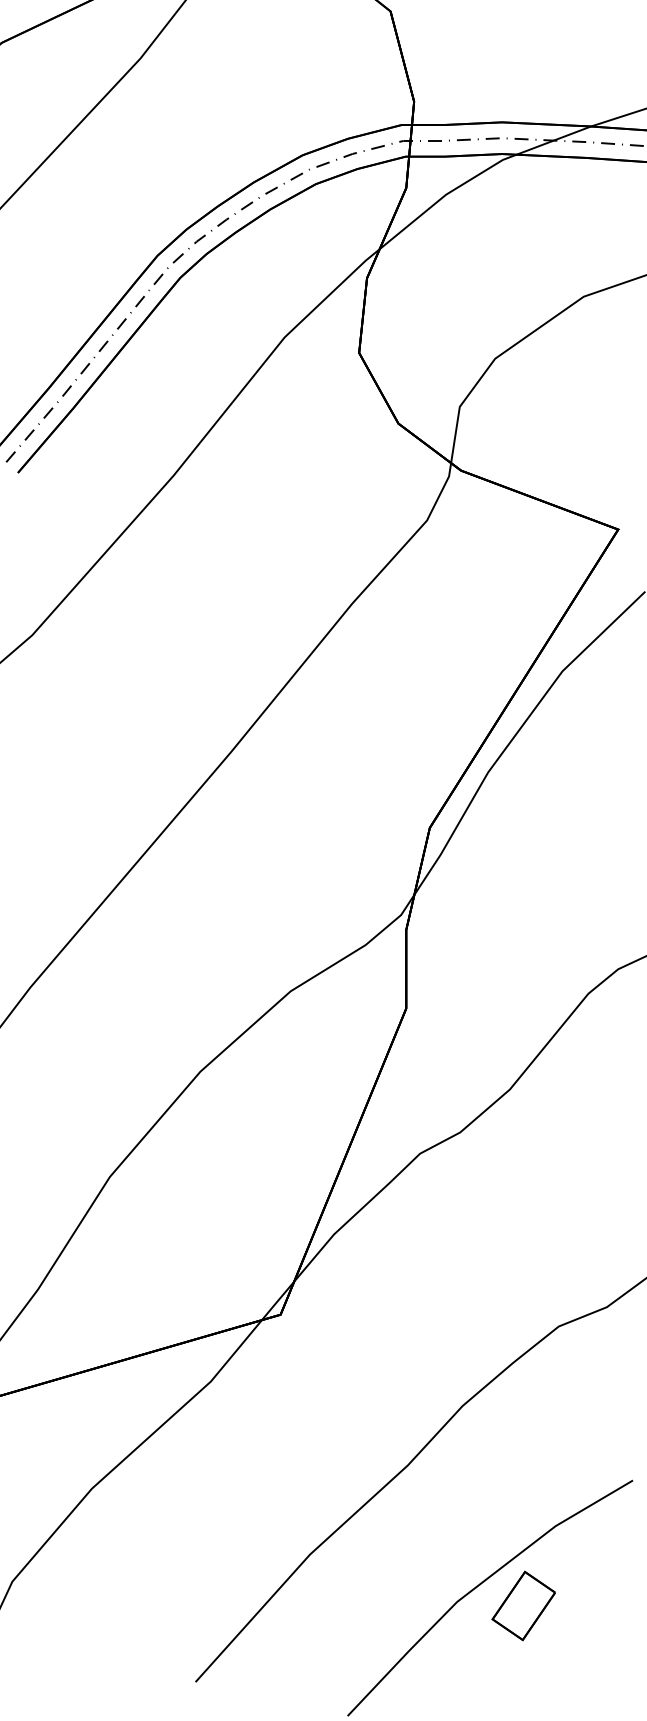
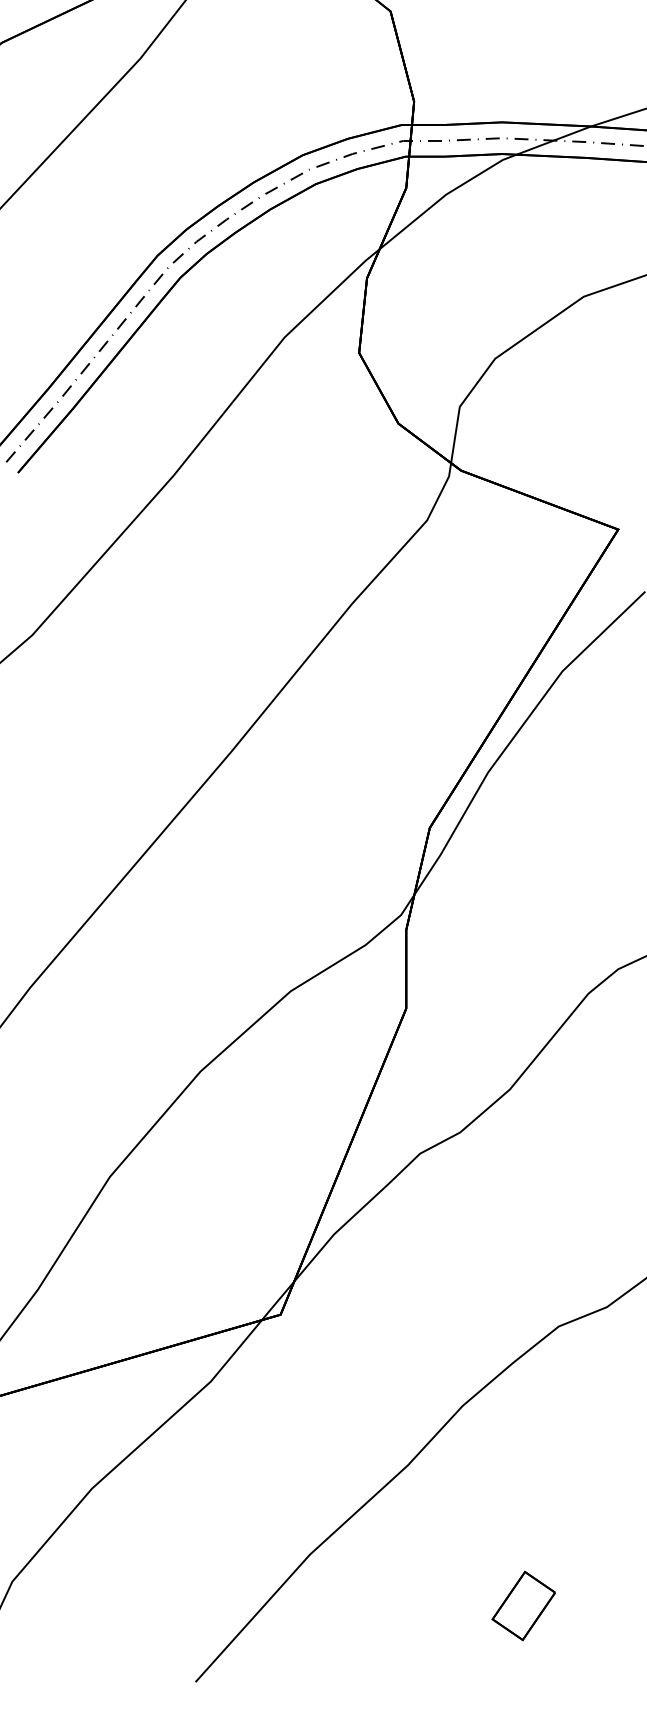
line at (480, 1585): present -> none
